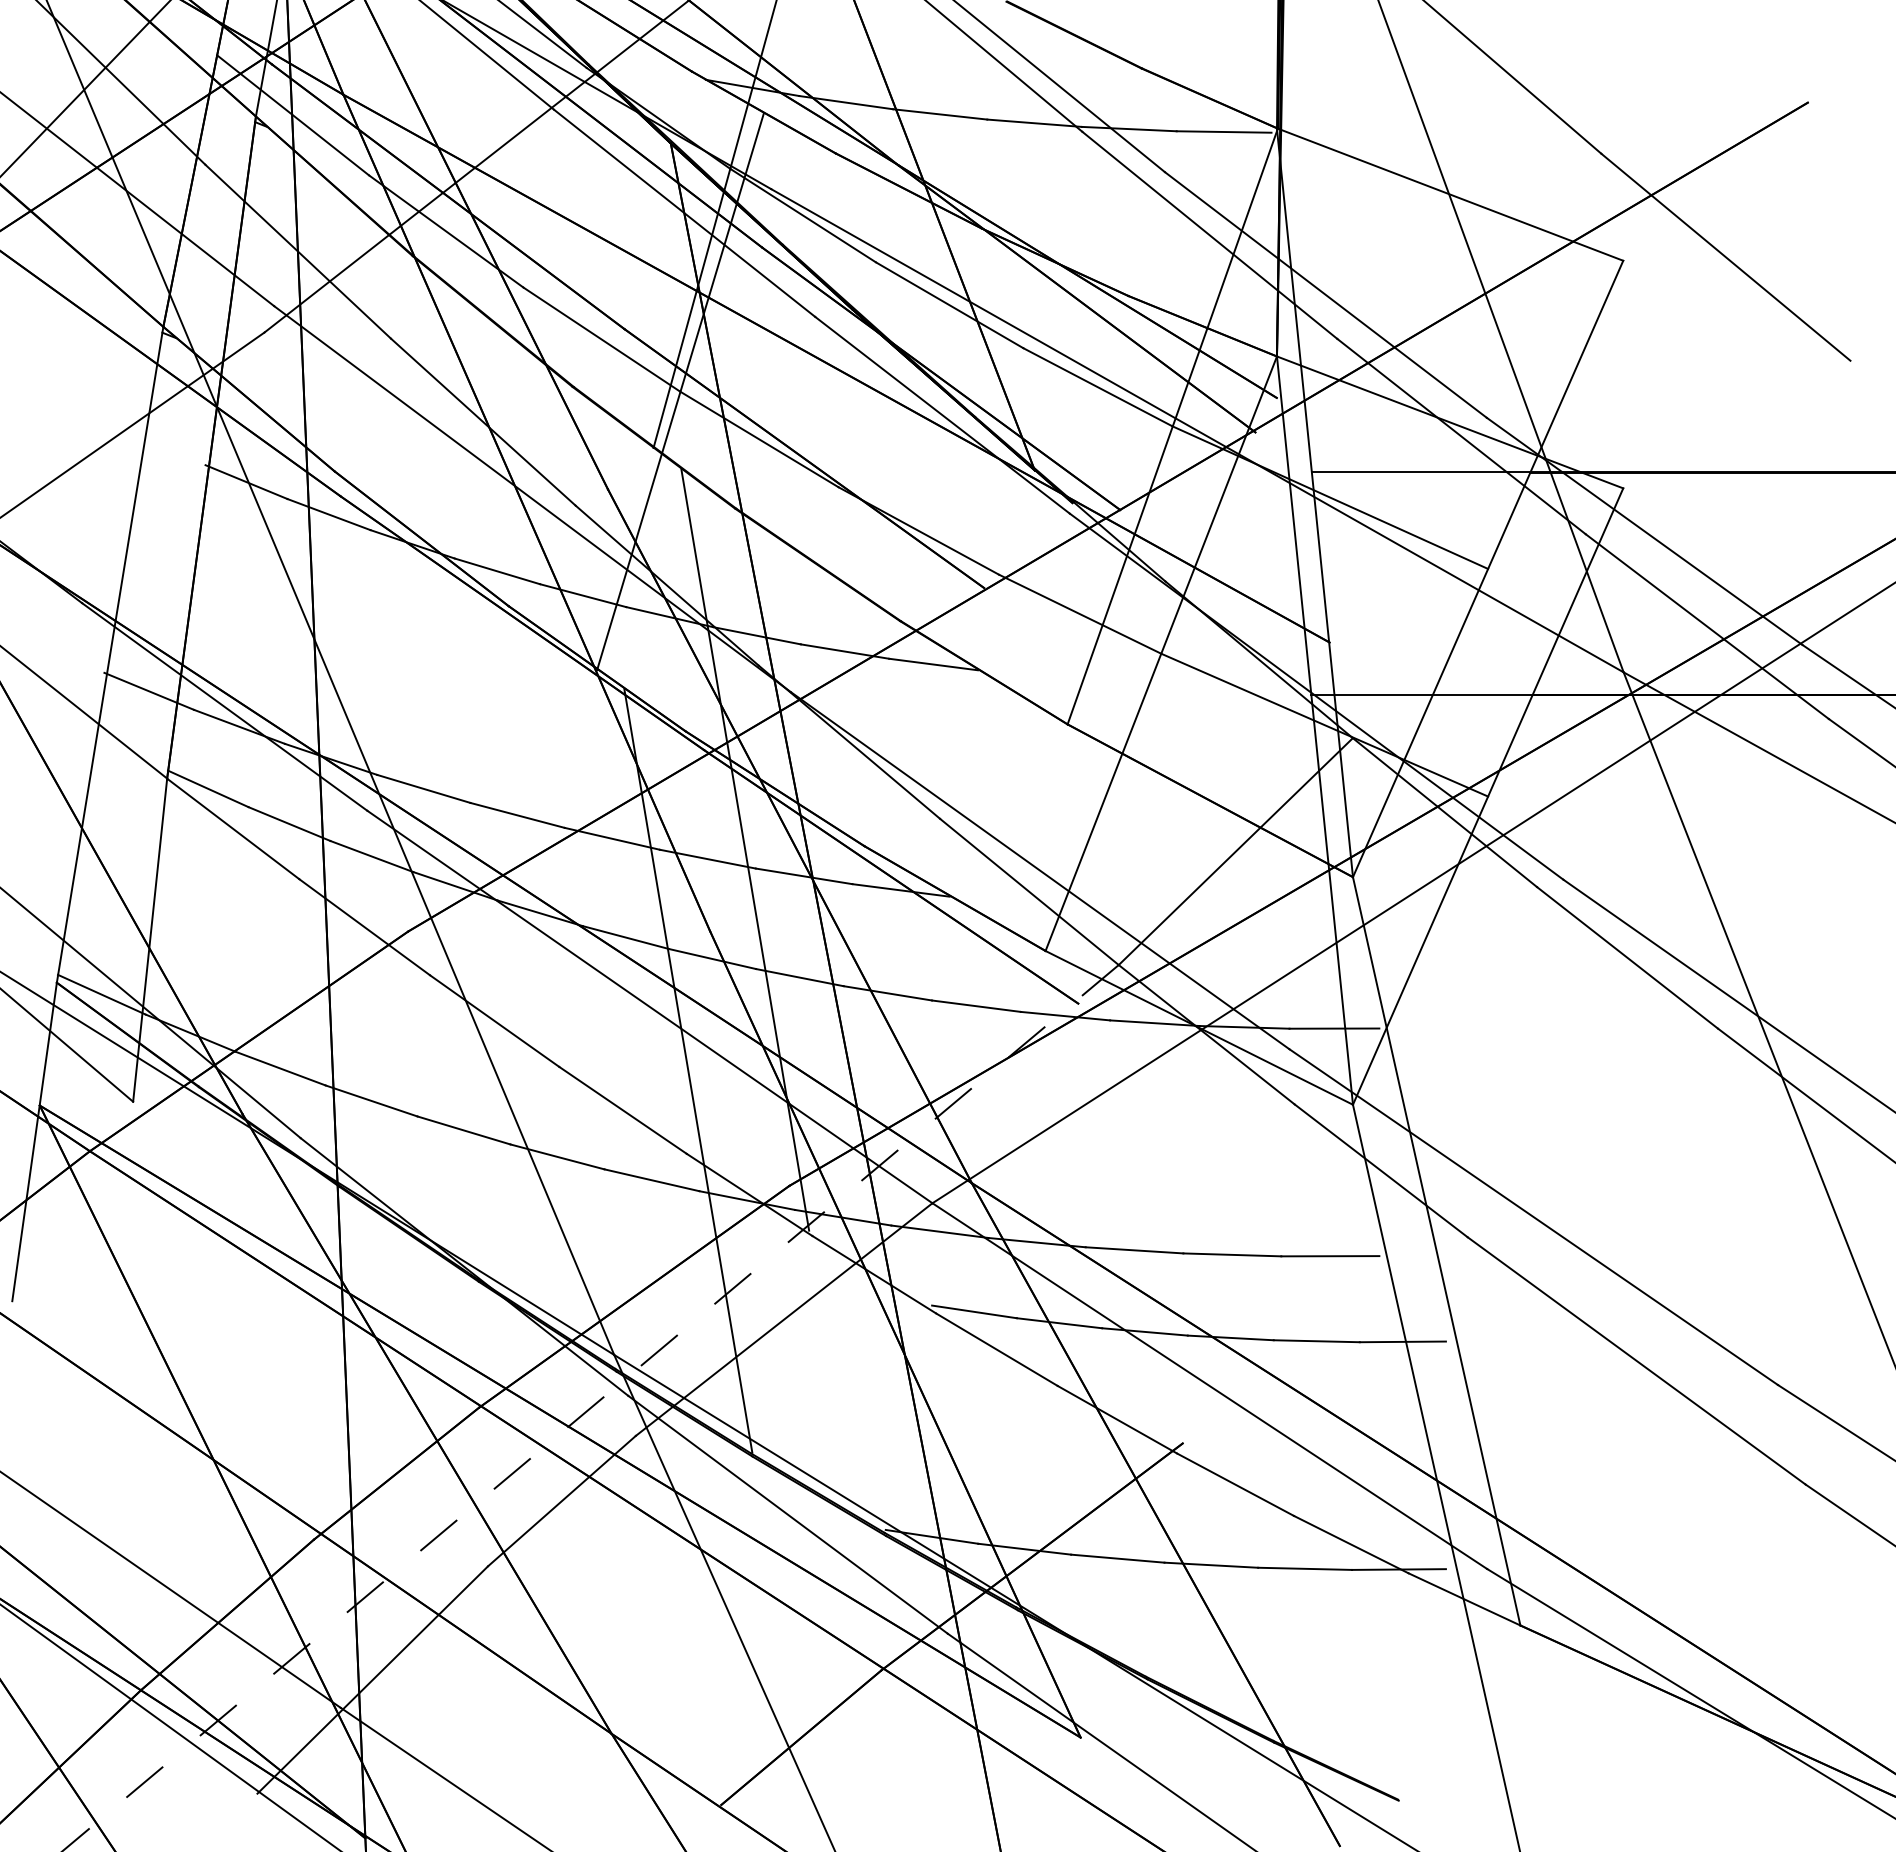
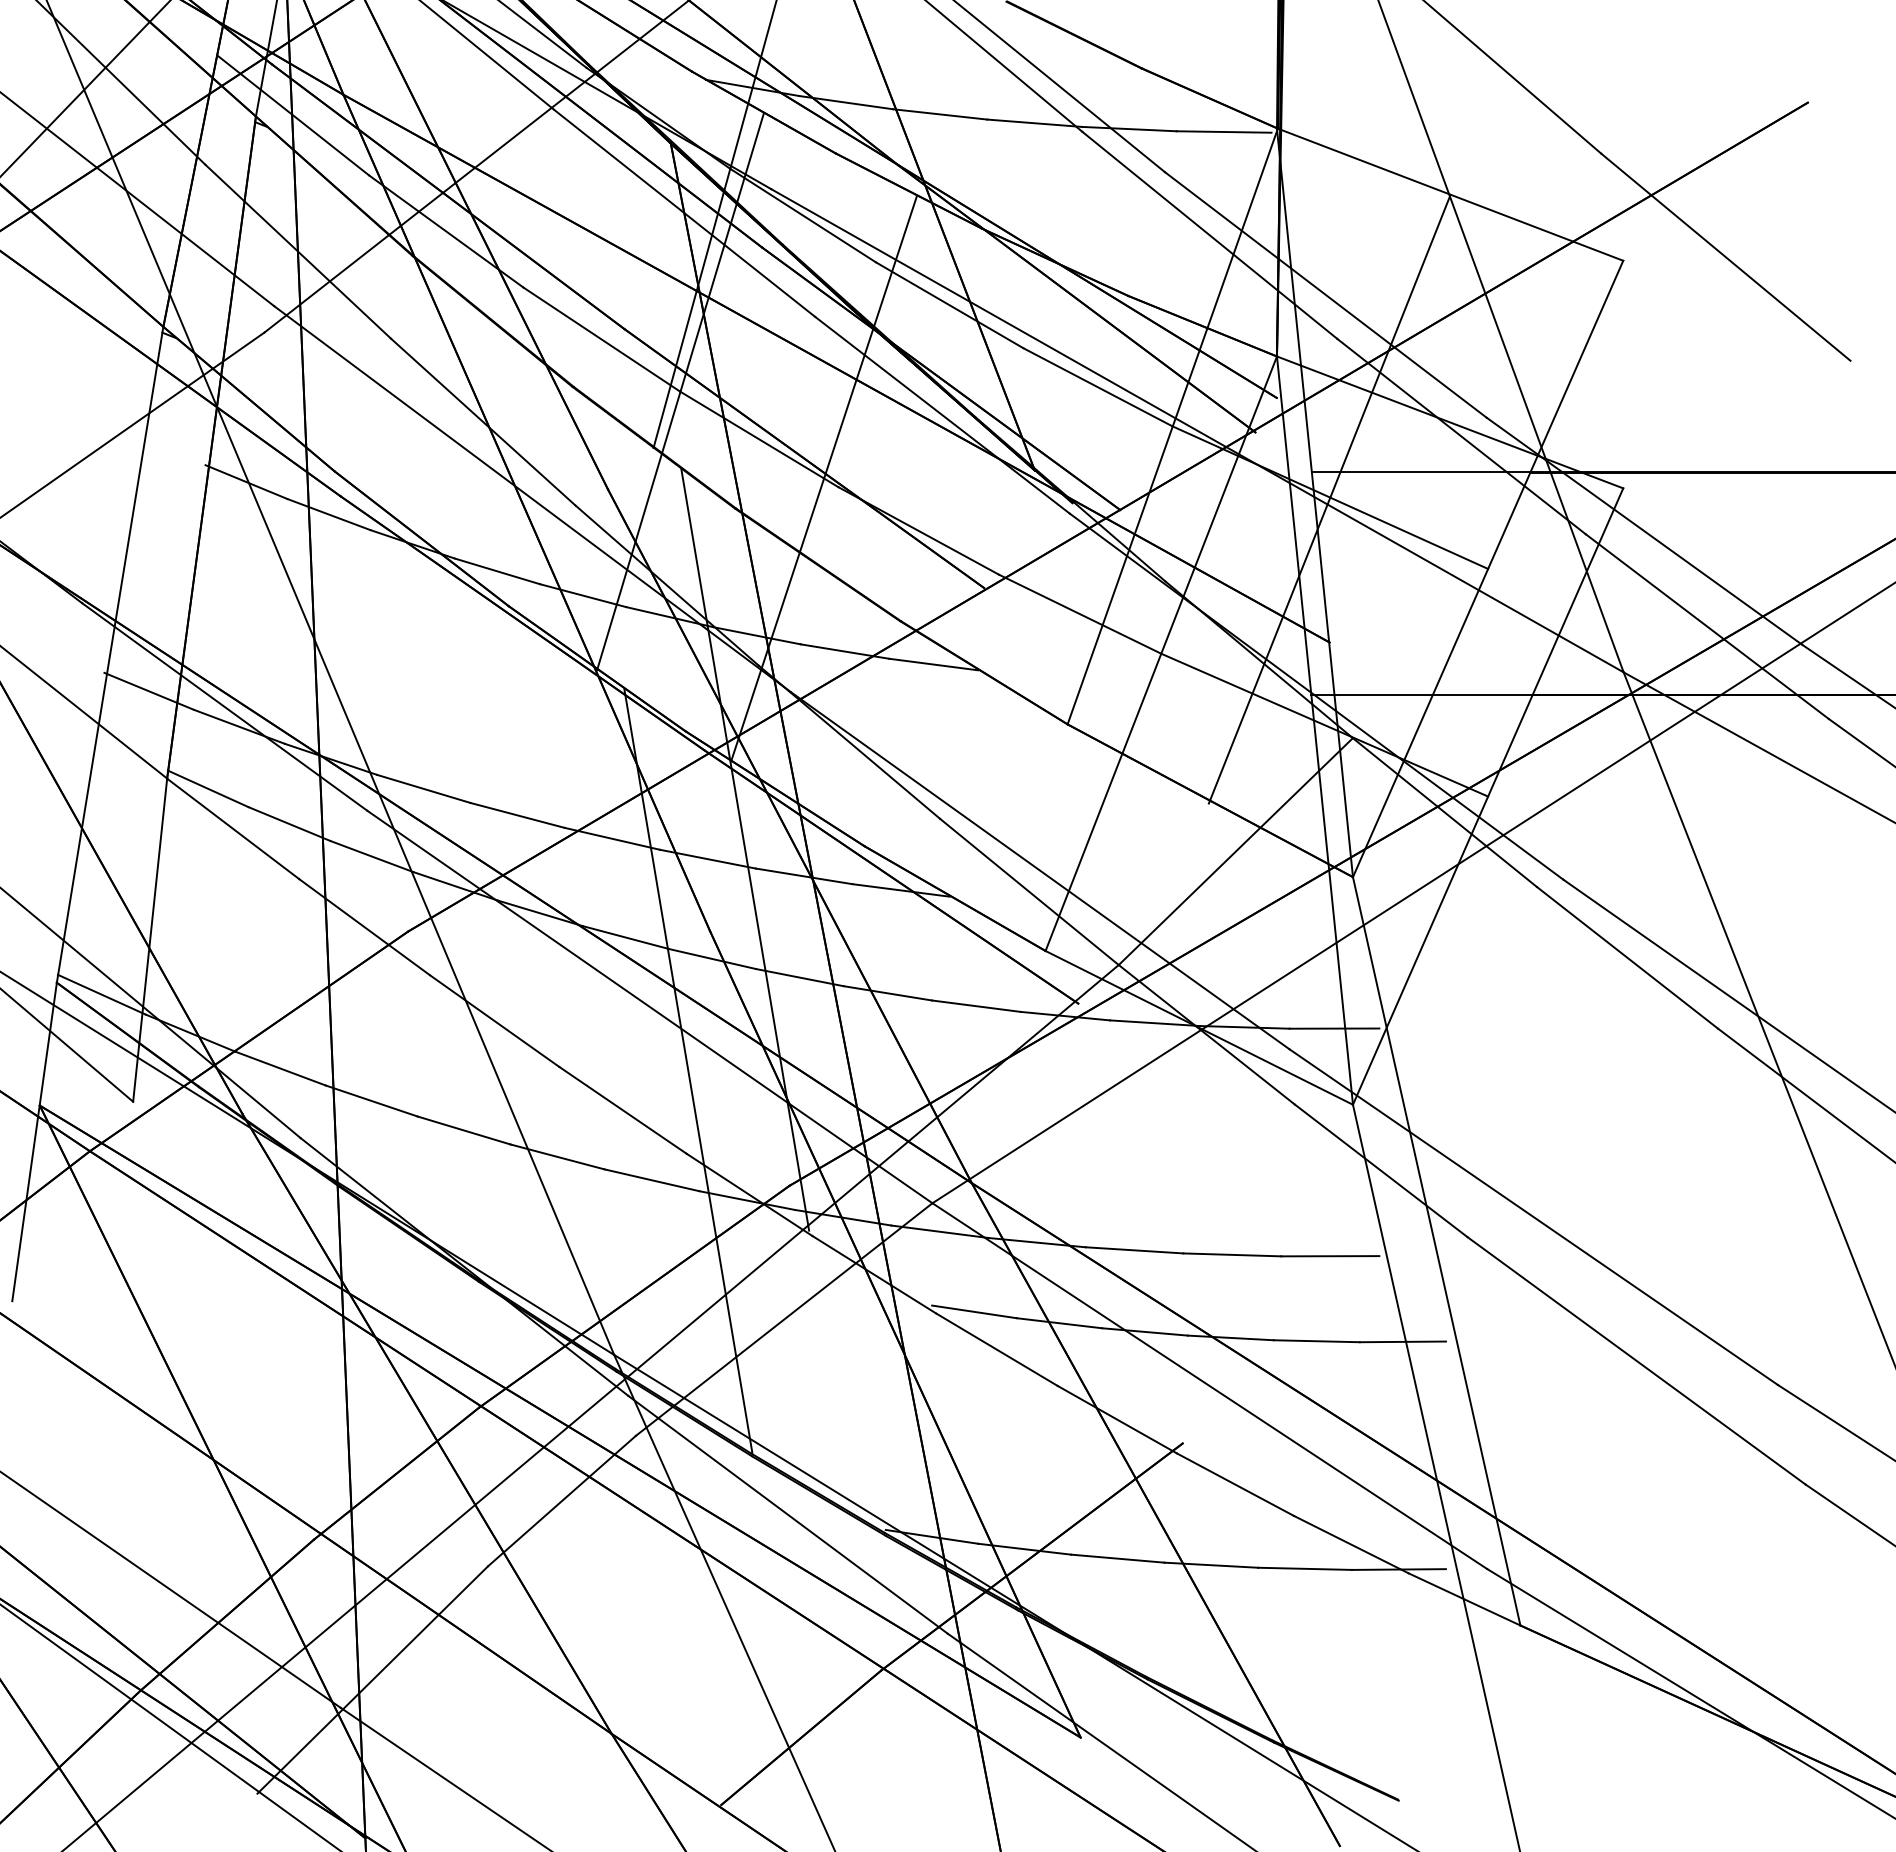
line at (823, 478): none -> present
line at (1329, 499): none -> present
line at (590, 1408): dashed -> solid
